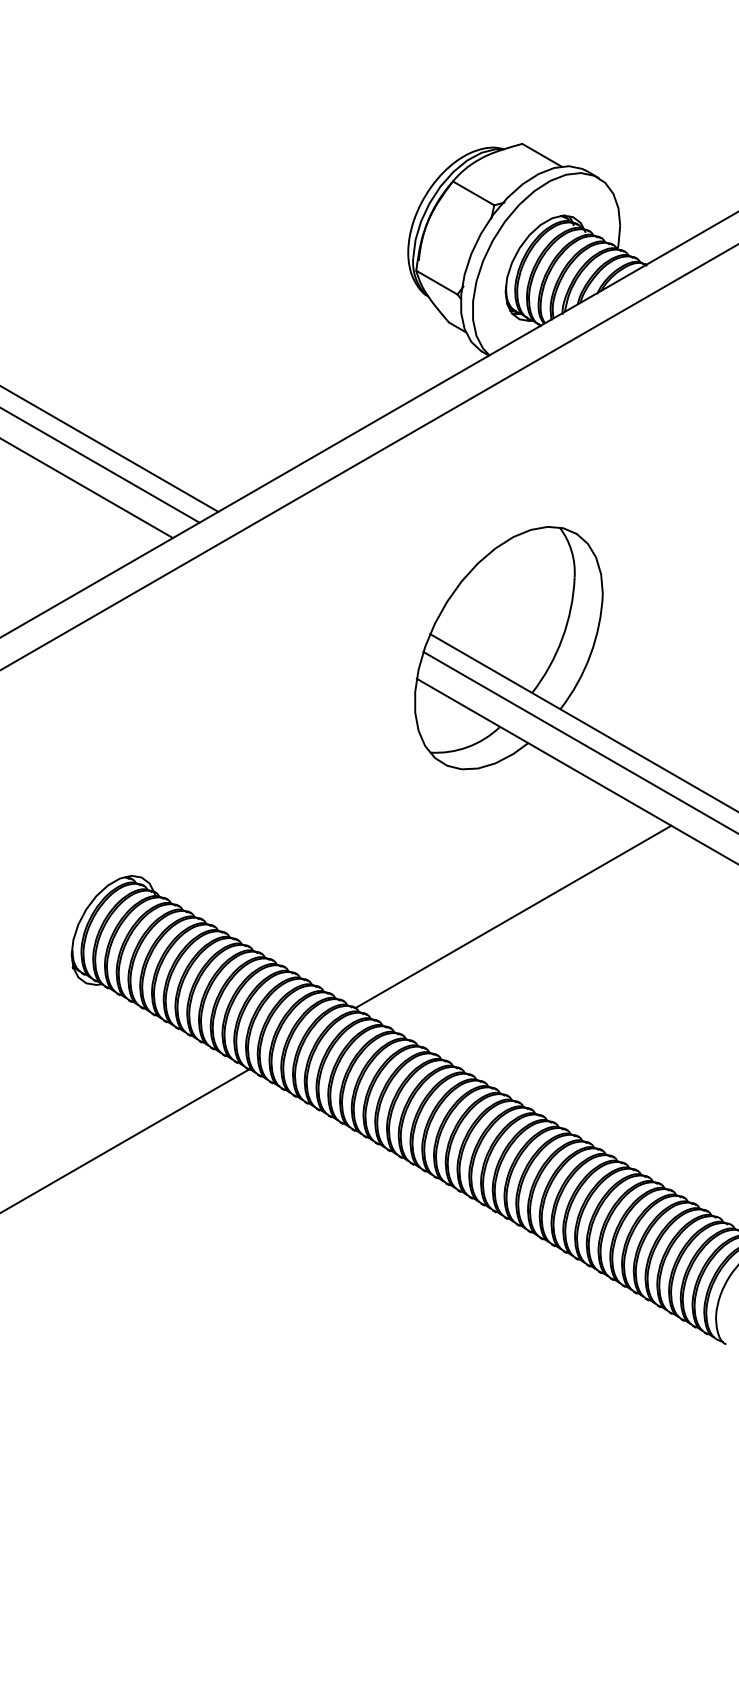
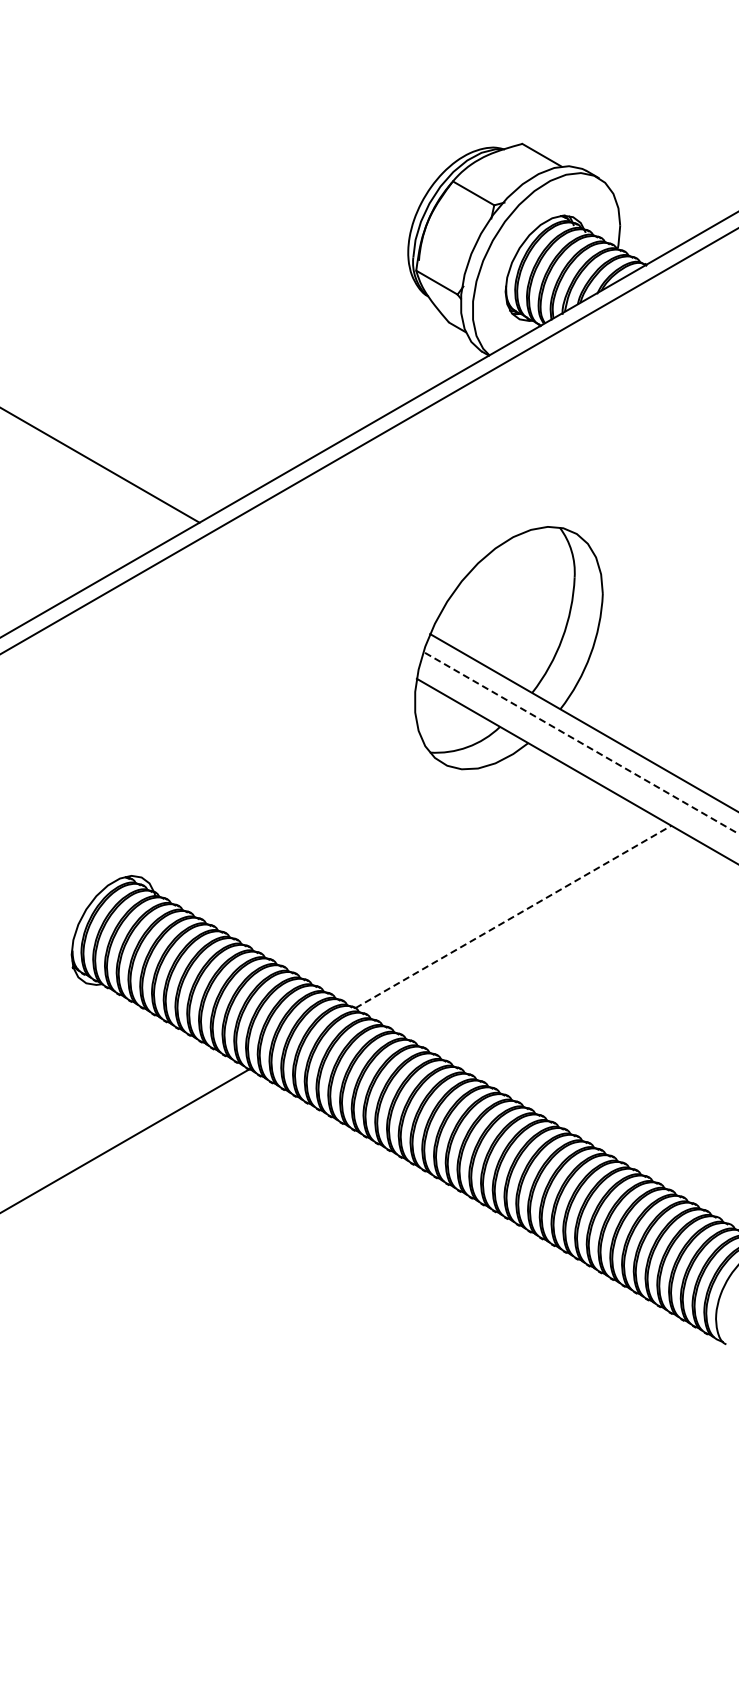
line at (110, 449): present -> none
line at (368, 457) position: (368, 457) -> (368, 441)
line at (87, 488): present -> none
line at (581, 742): solid -> dashed
line at (513, 916): solid -> dashed
